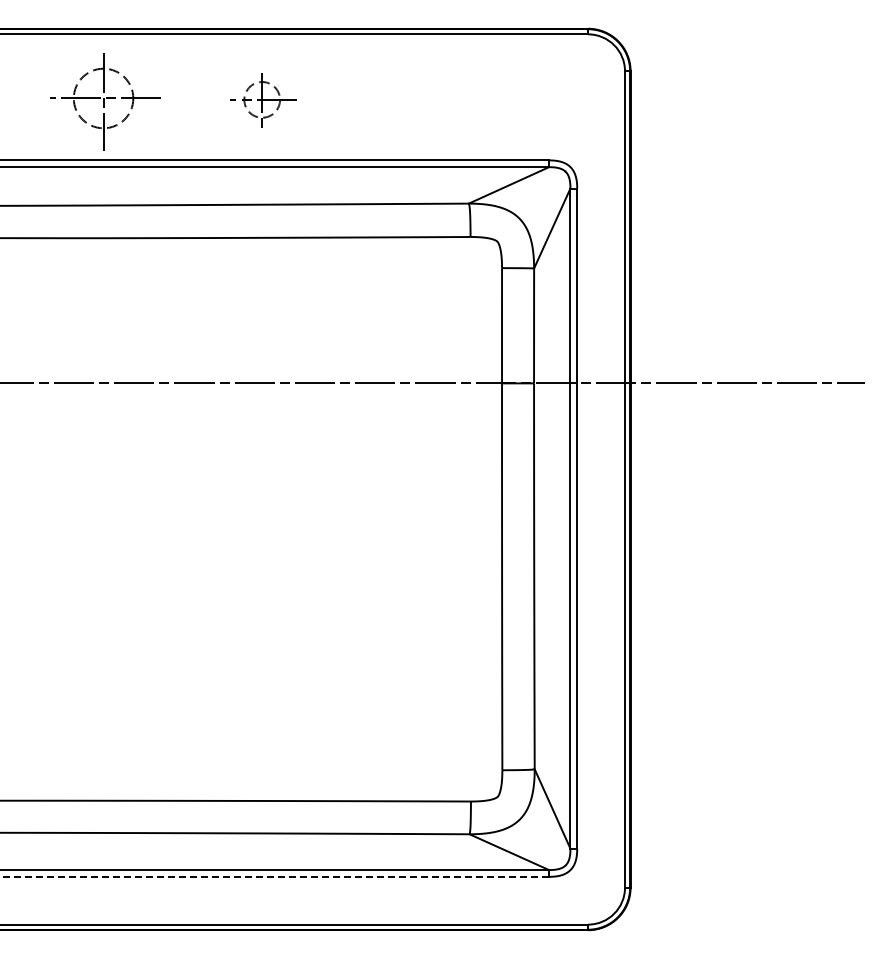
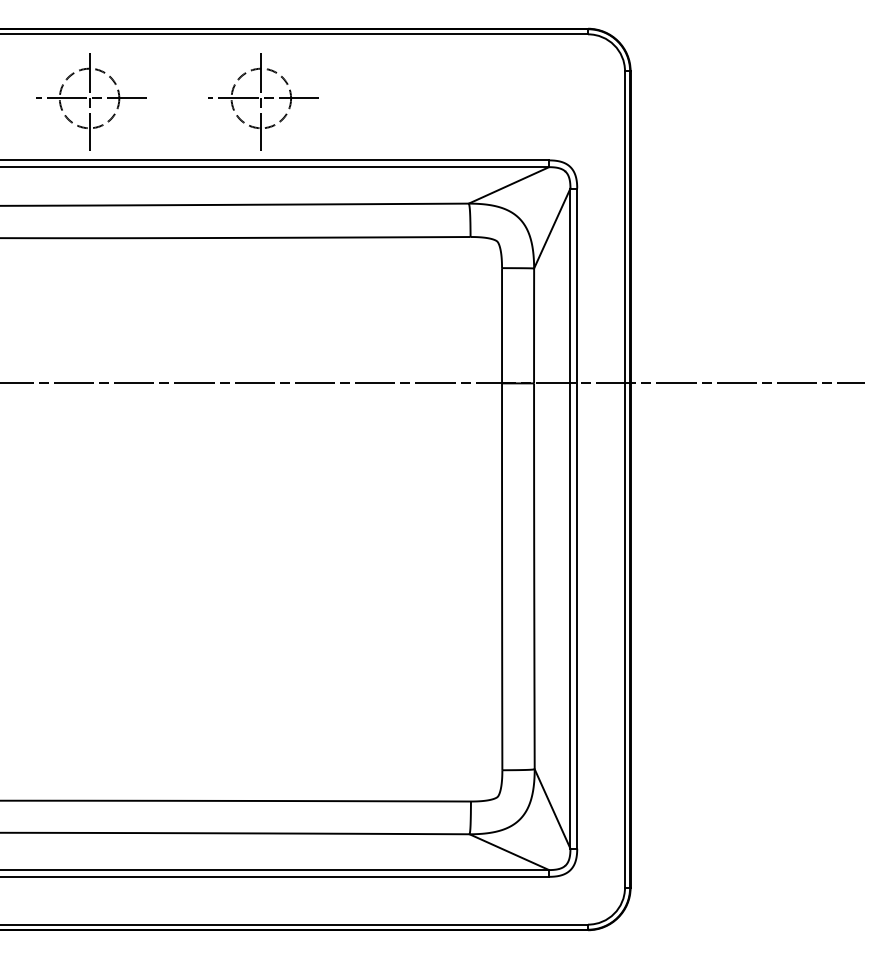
part at (263, 100) size: 67x55 px -> 111x98 px
part at (105, 101) position: (105, 101) -> (91, 101)
line at (274, 876): dashed -> solid
